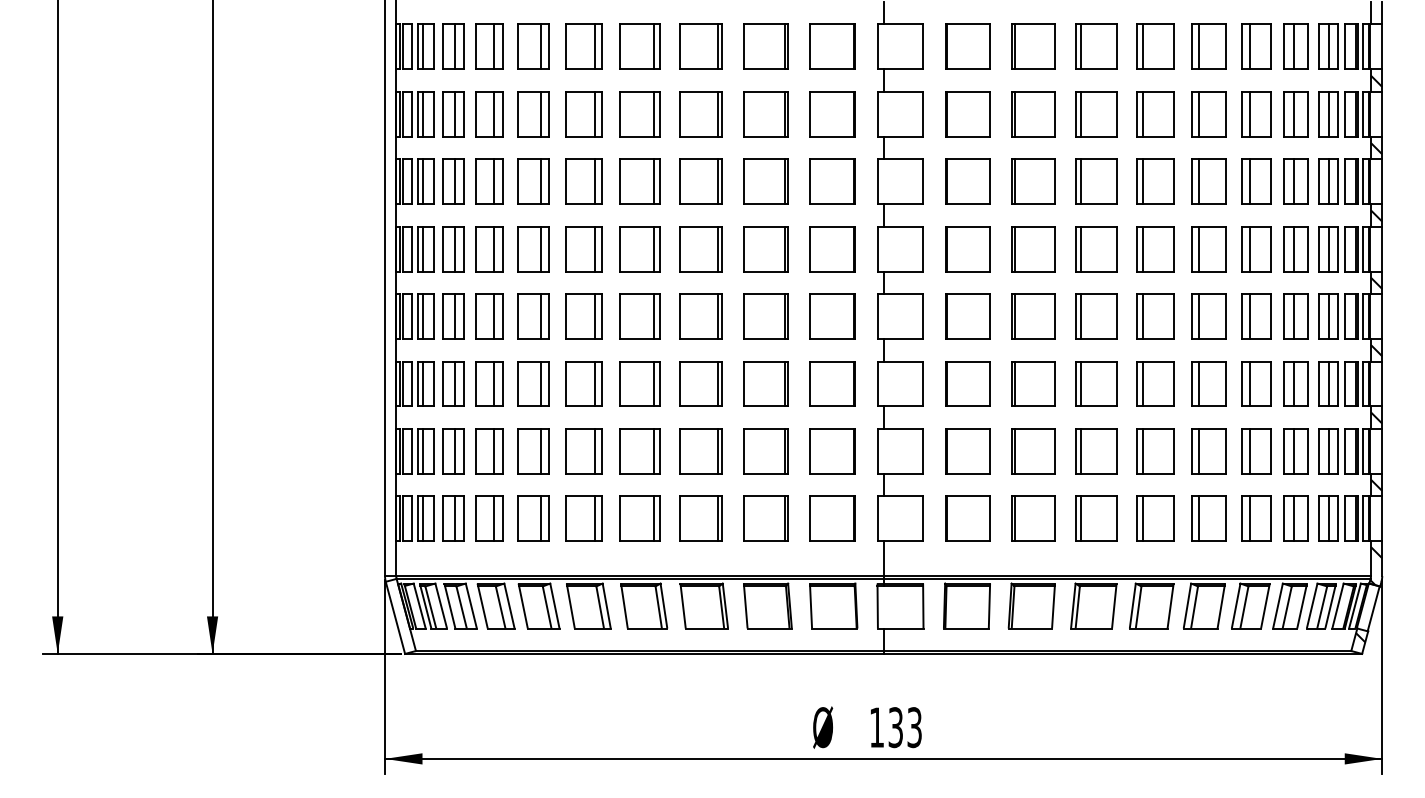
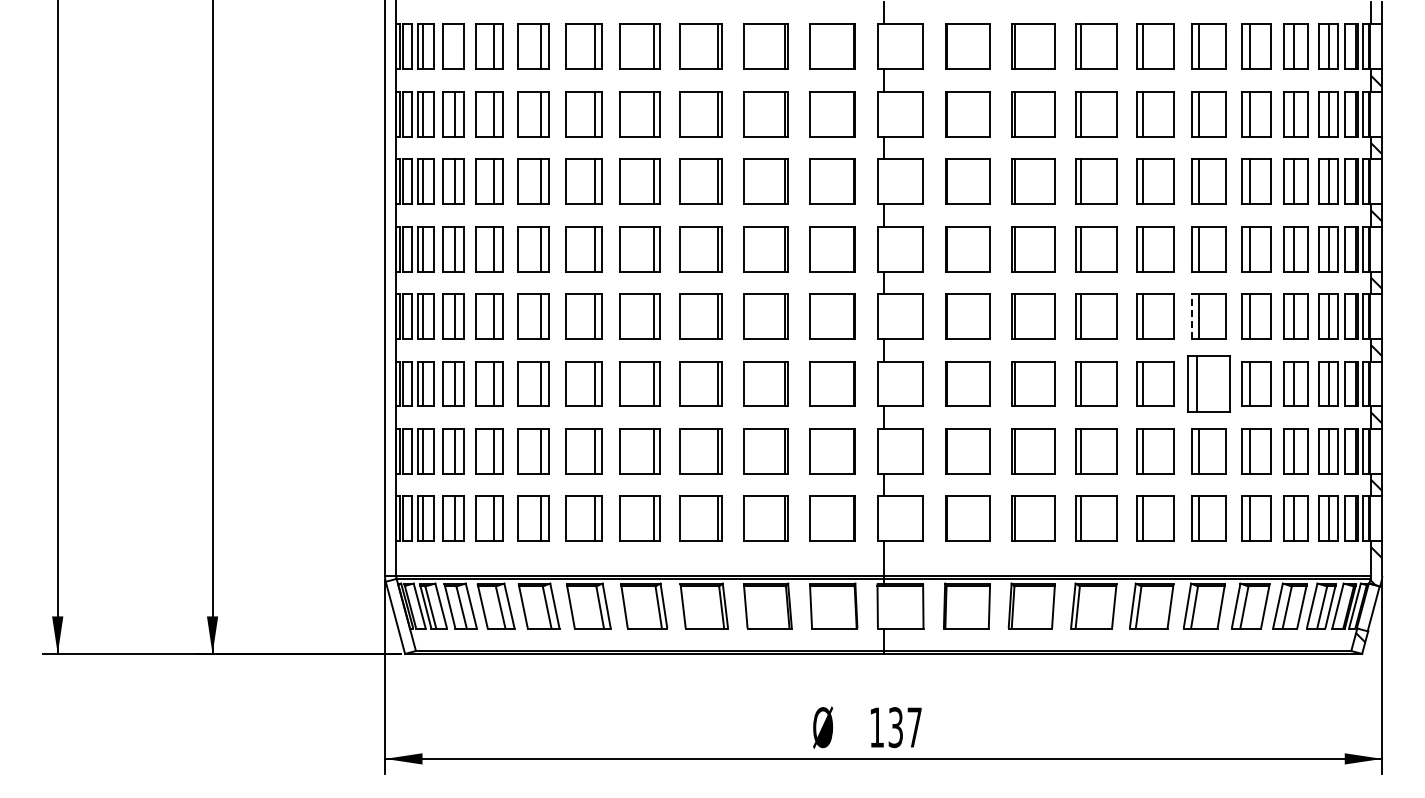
line at (454, 46): present -> none
line at (1192, 316): solid -> dashed
part at (1208, 383) size: 36x46 px -> 44x58 px
text at (914, 727): 133 -> 137
